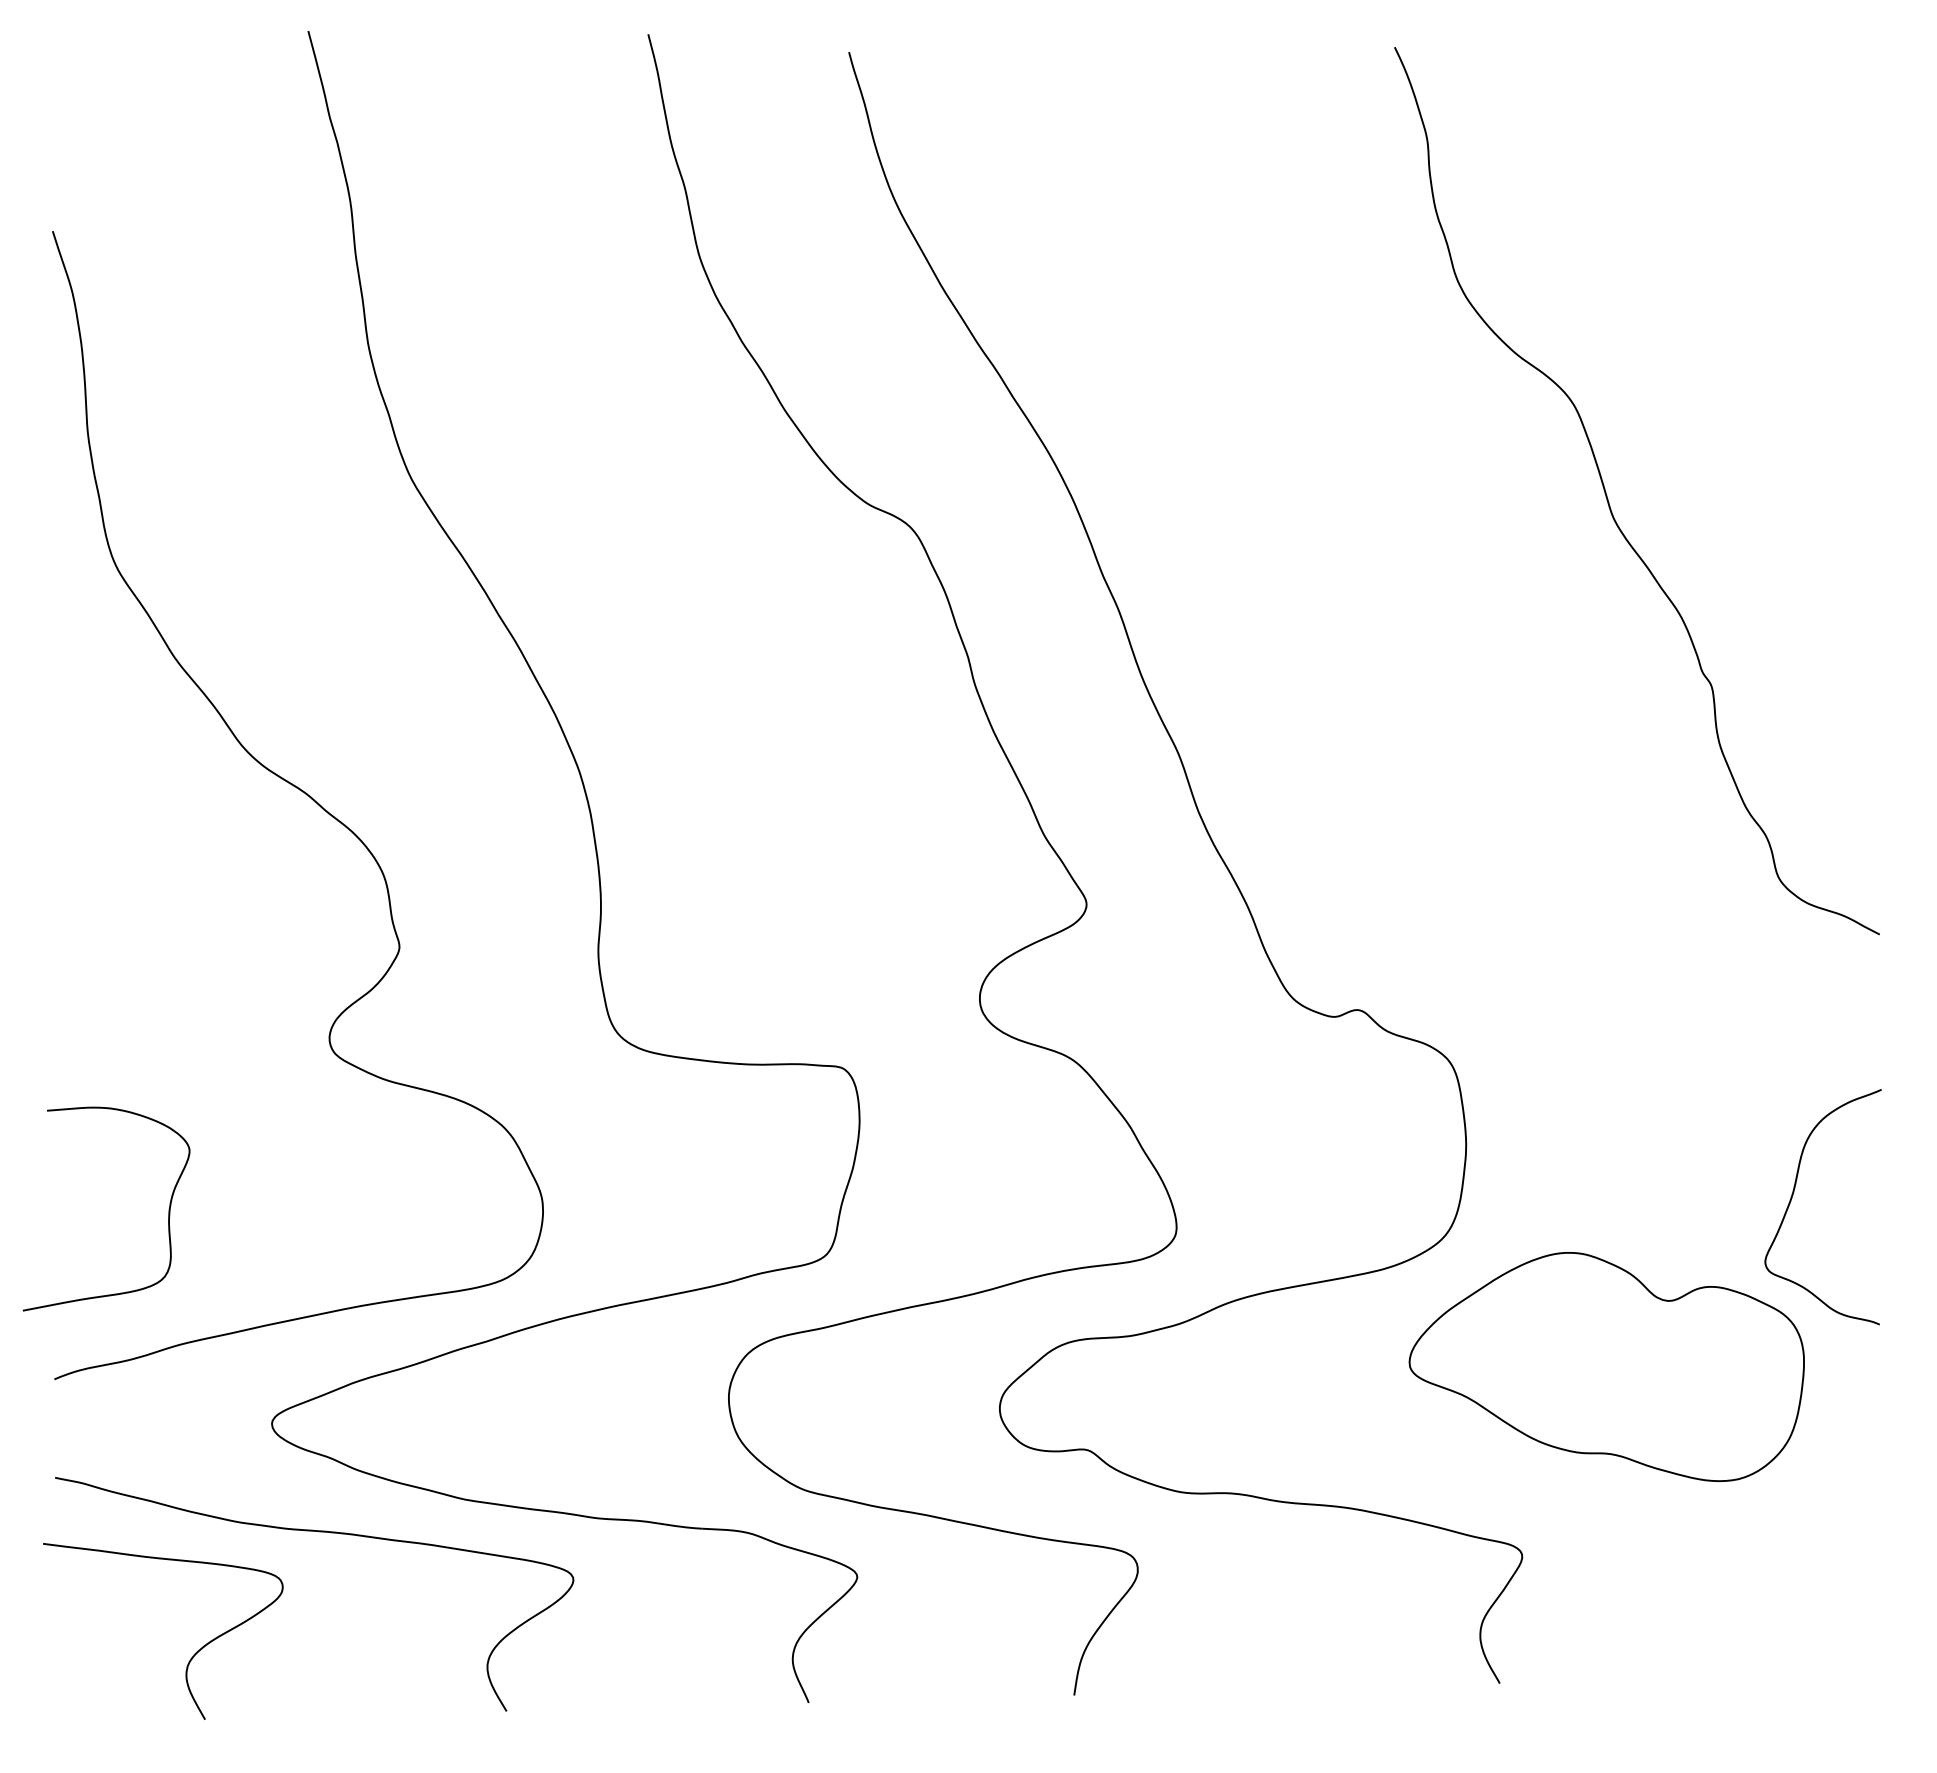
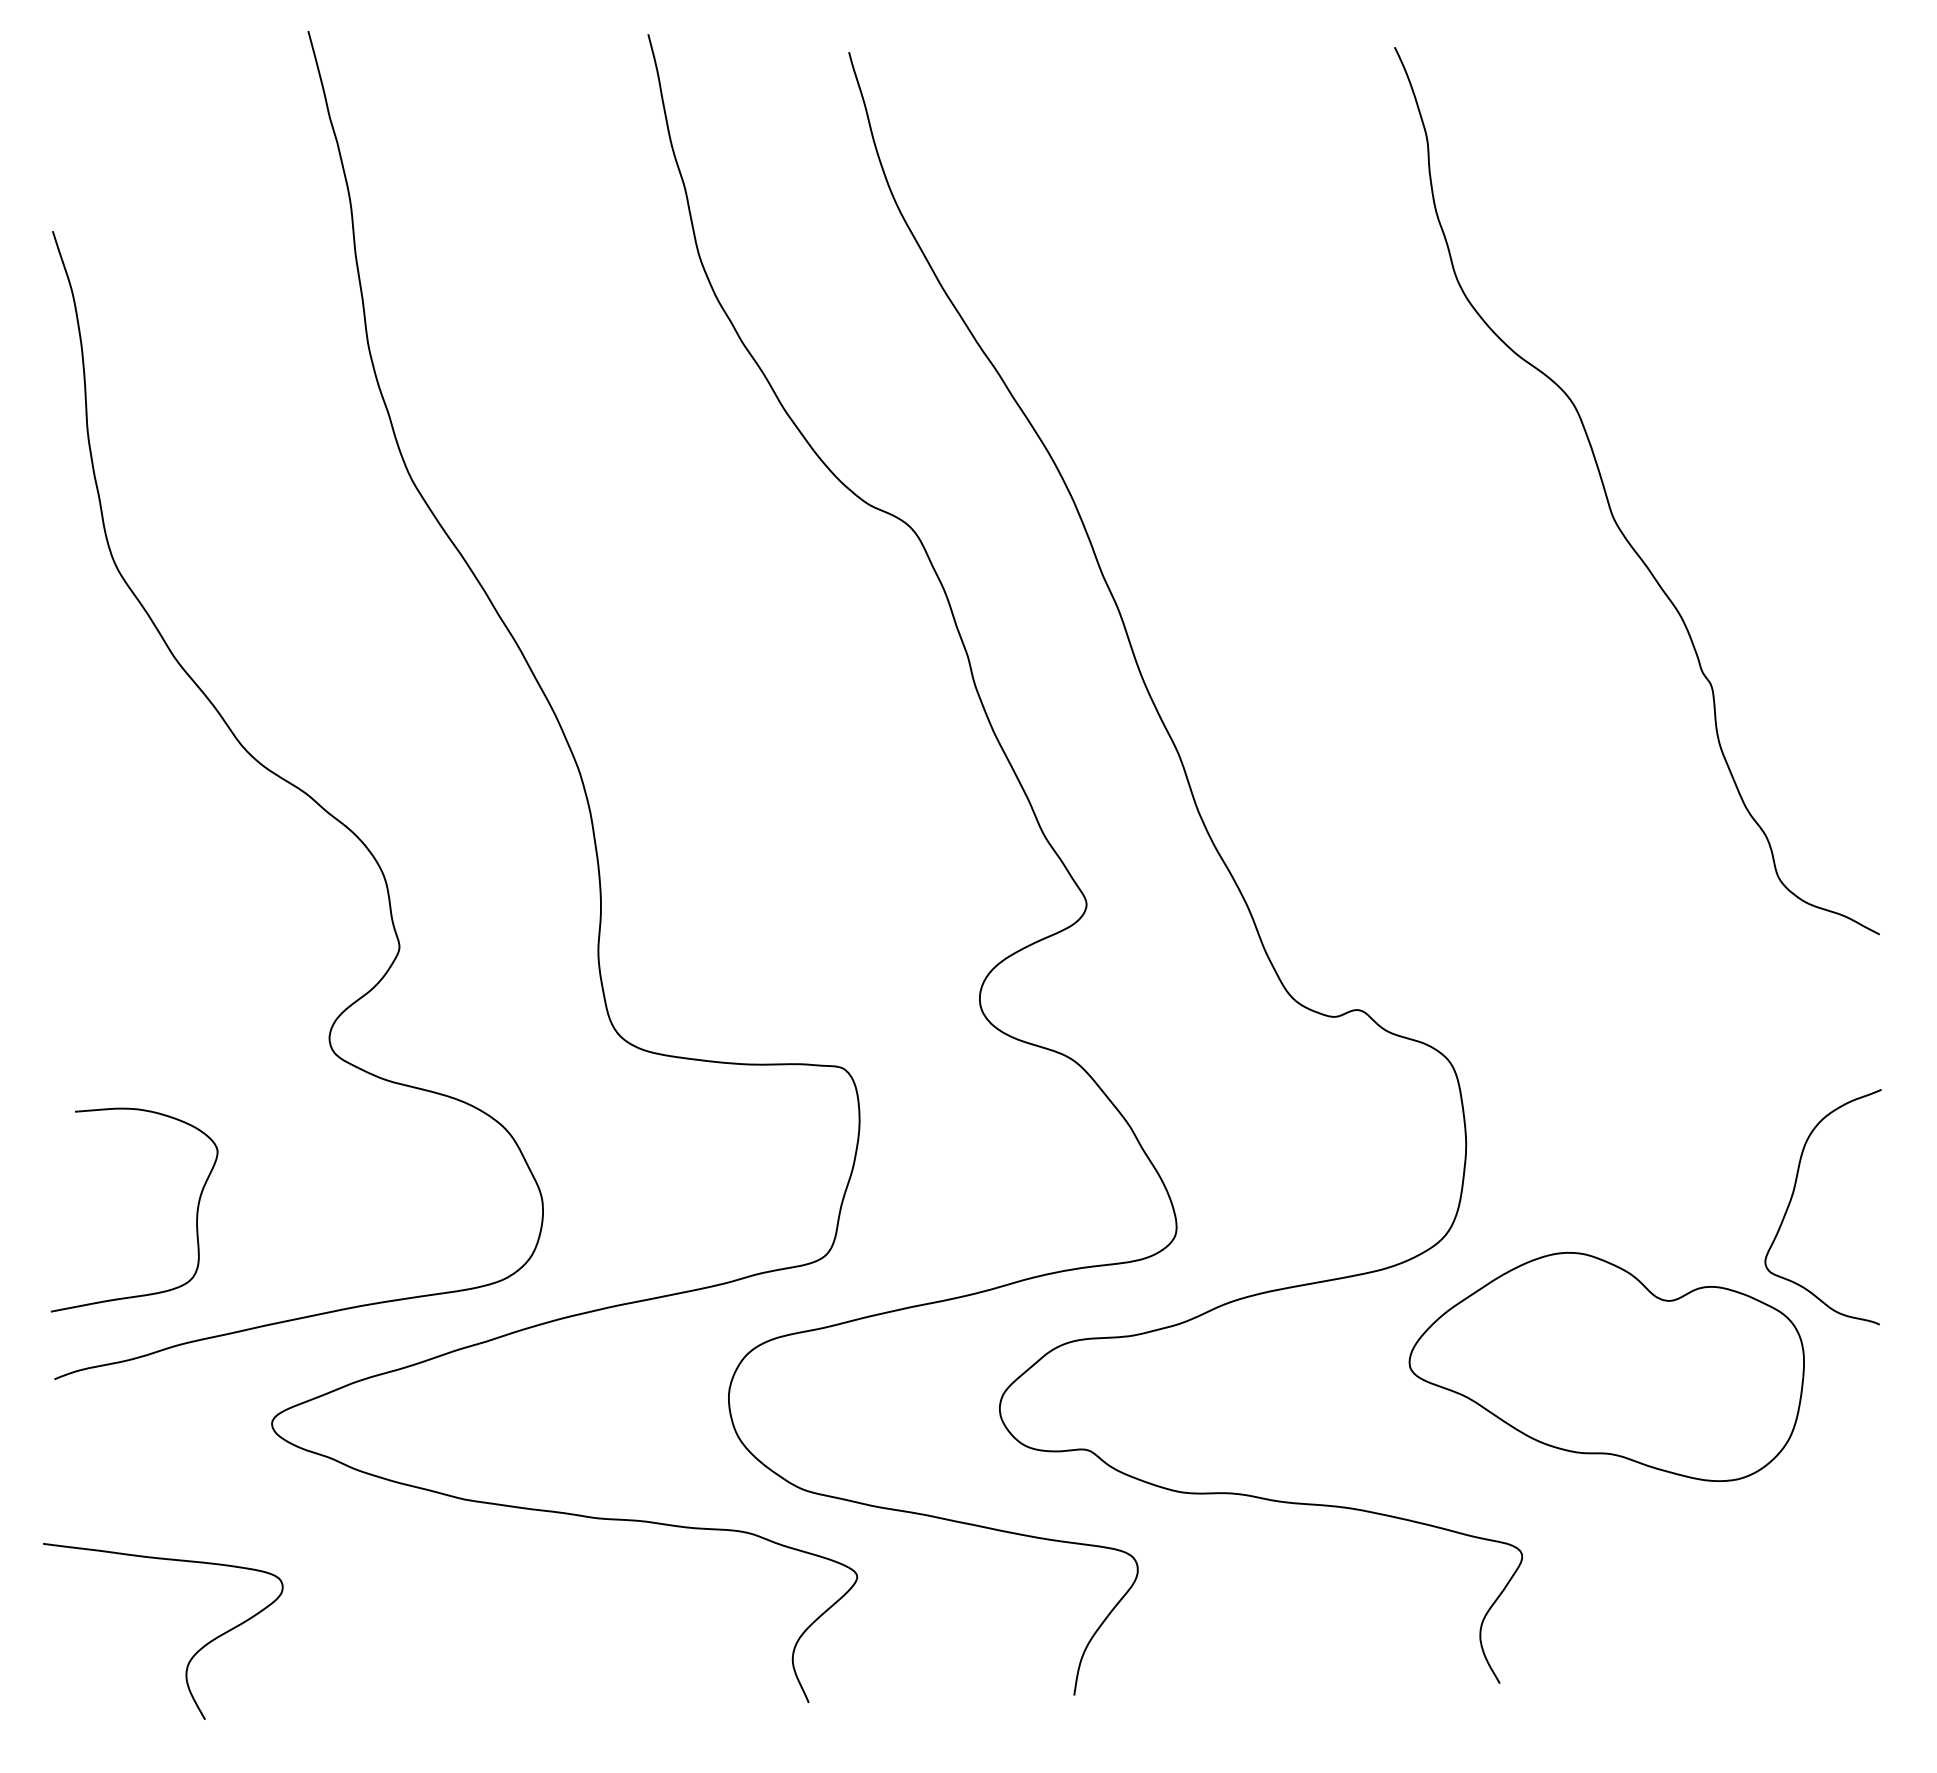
curve at (168, 1209) position: (168, 1209) -> (196, 1210)
curve at (318, 1532): present -> none
